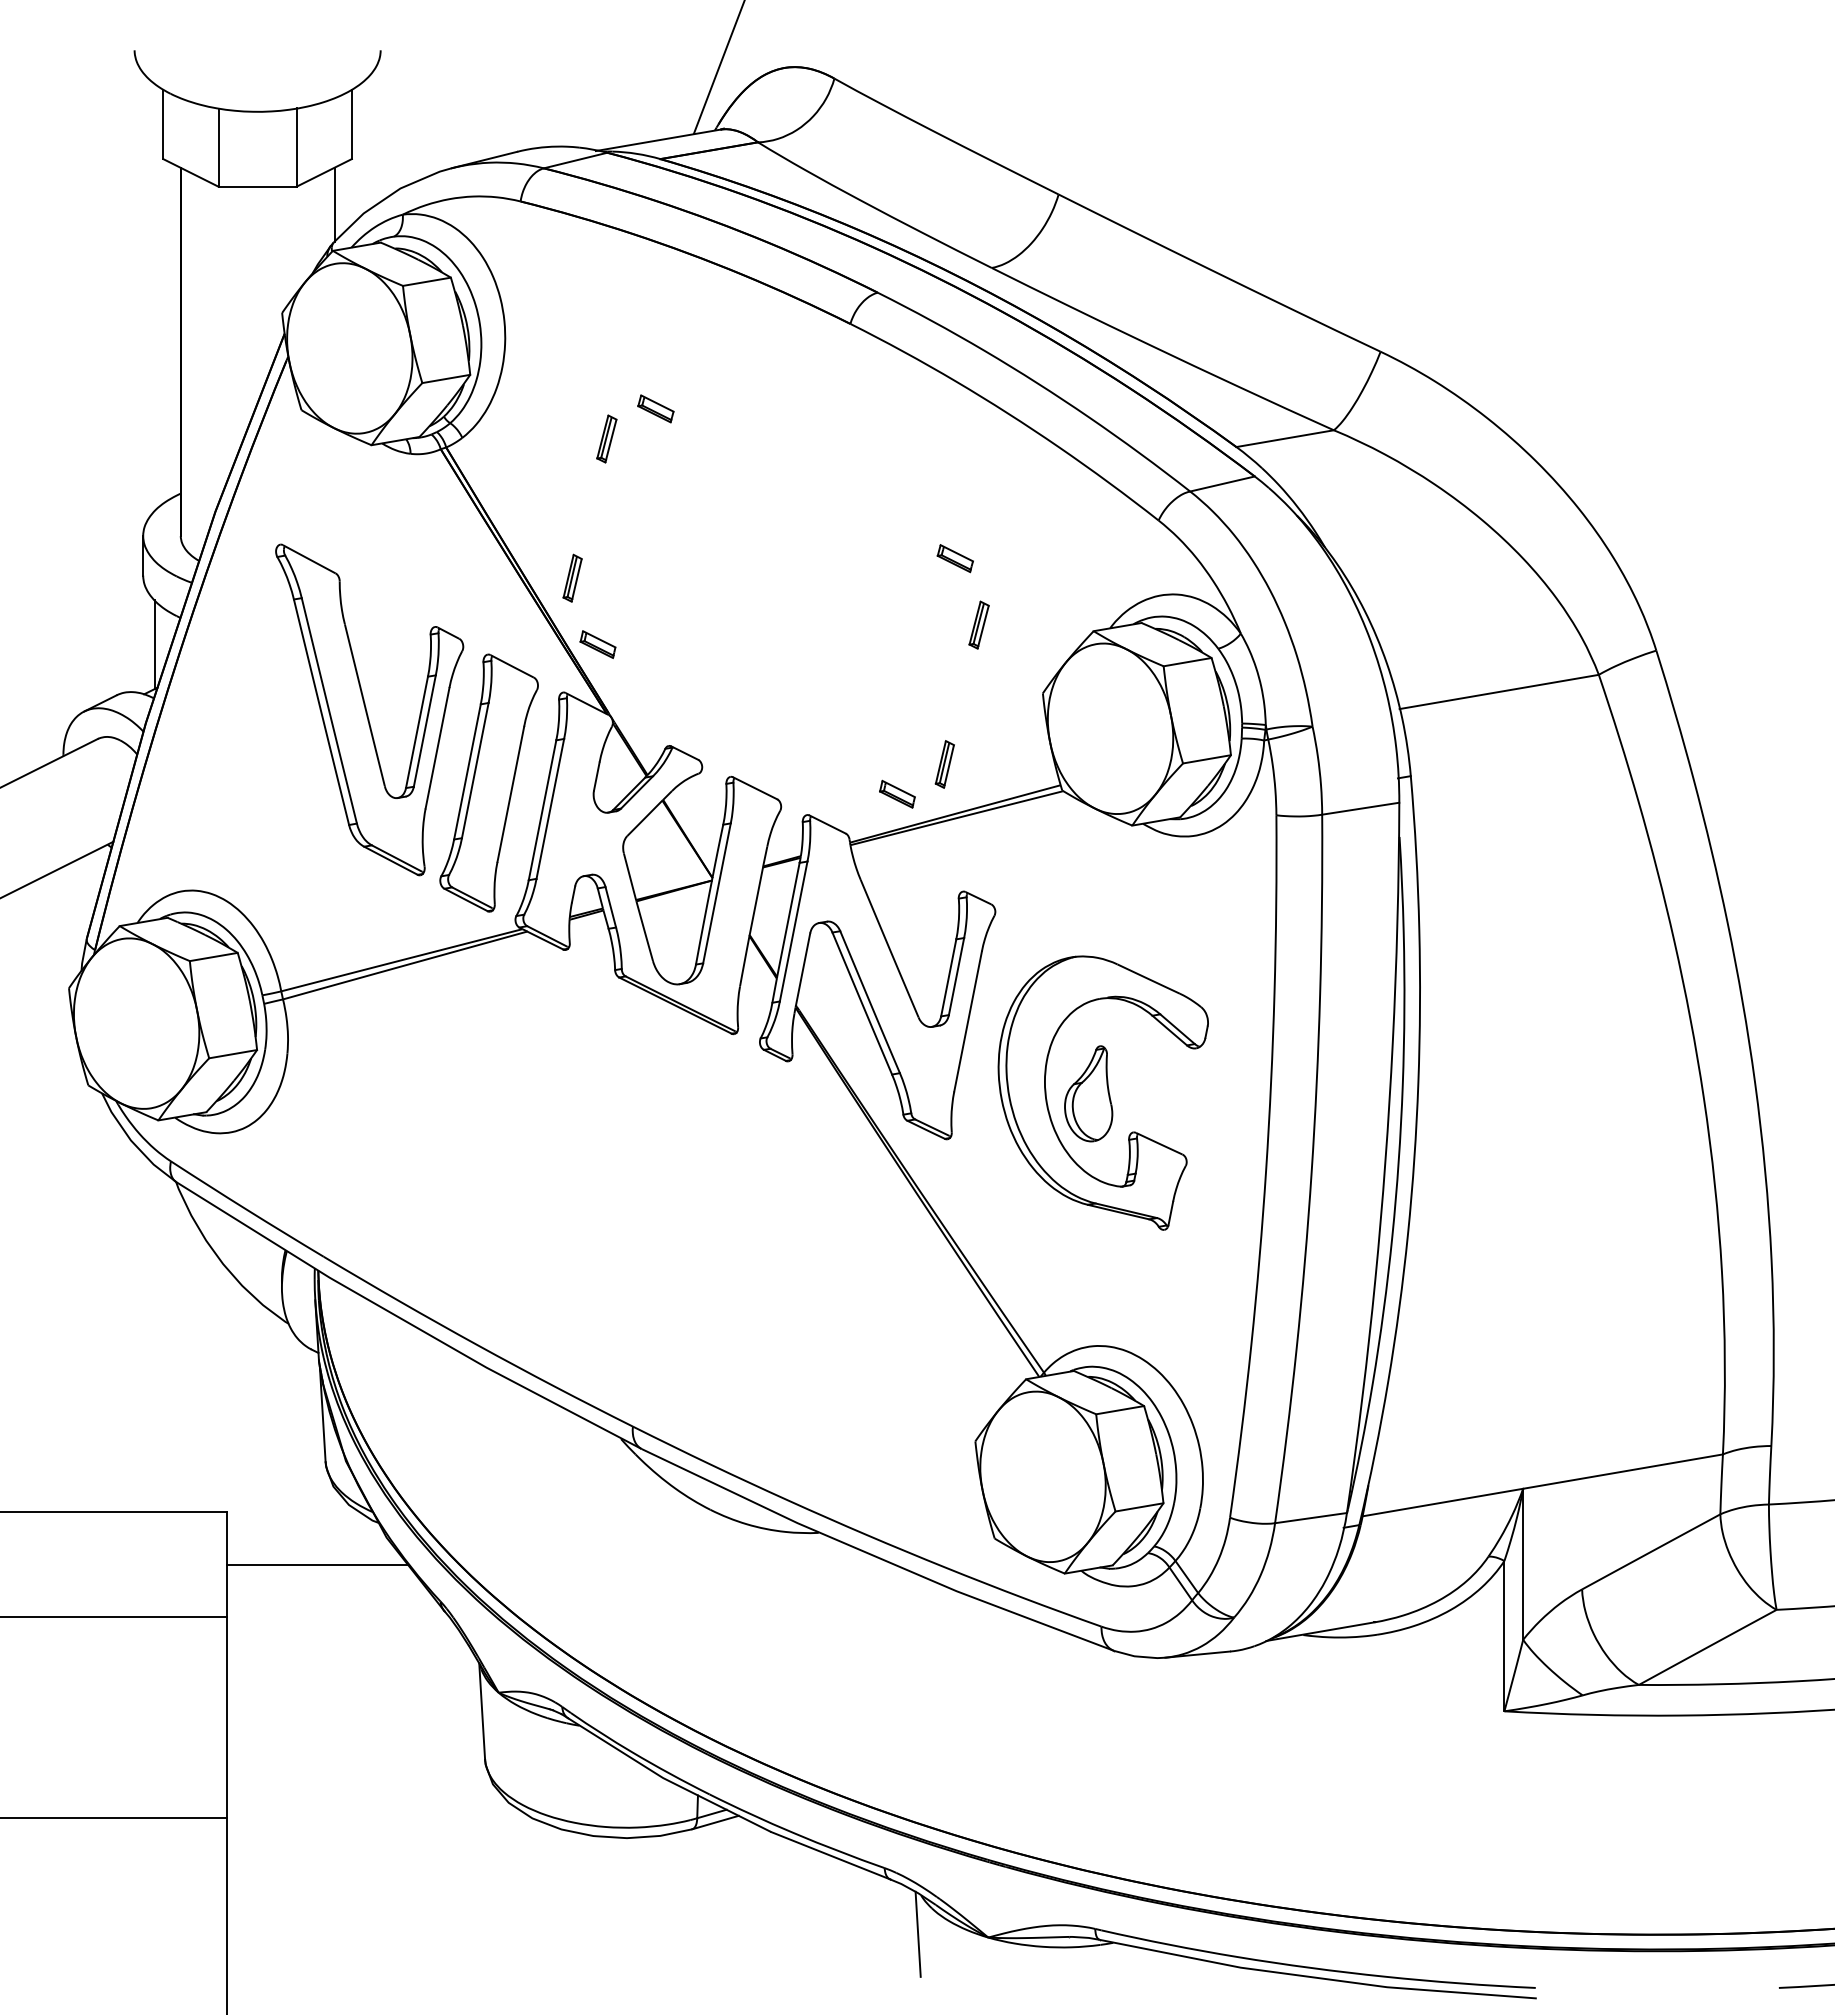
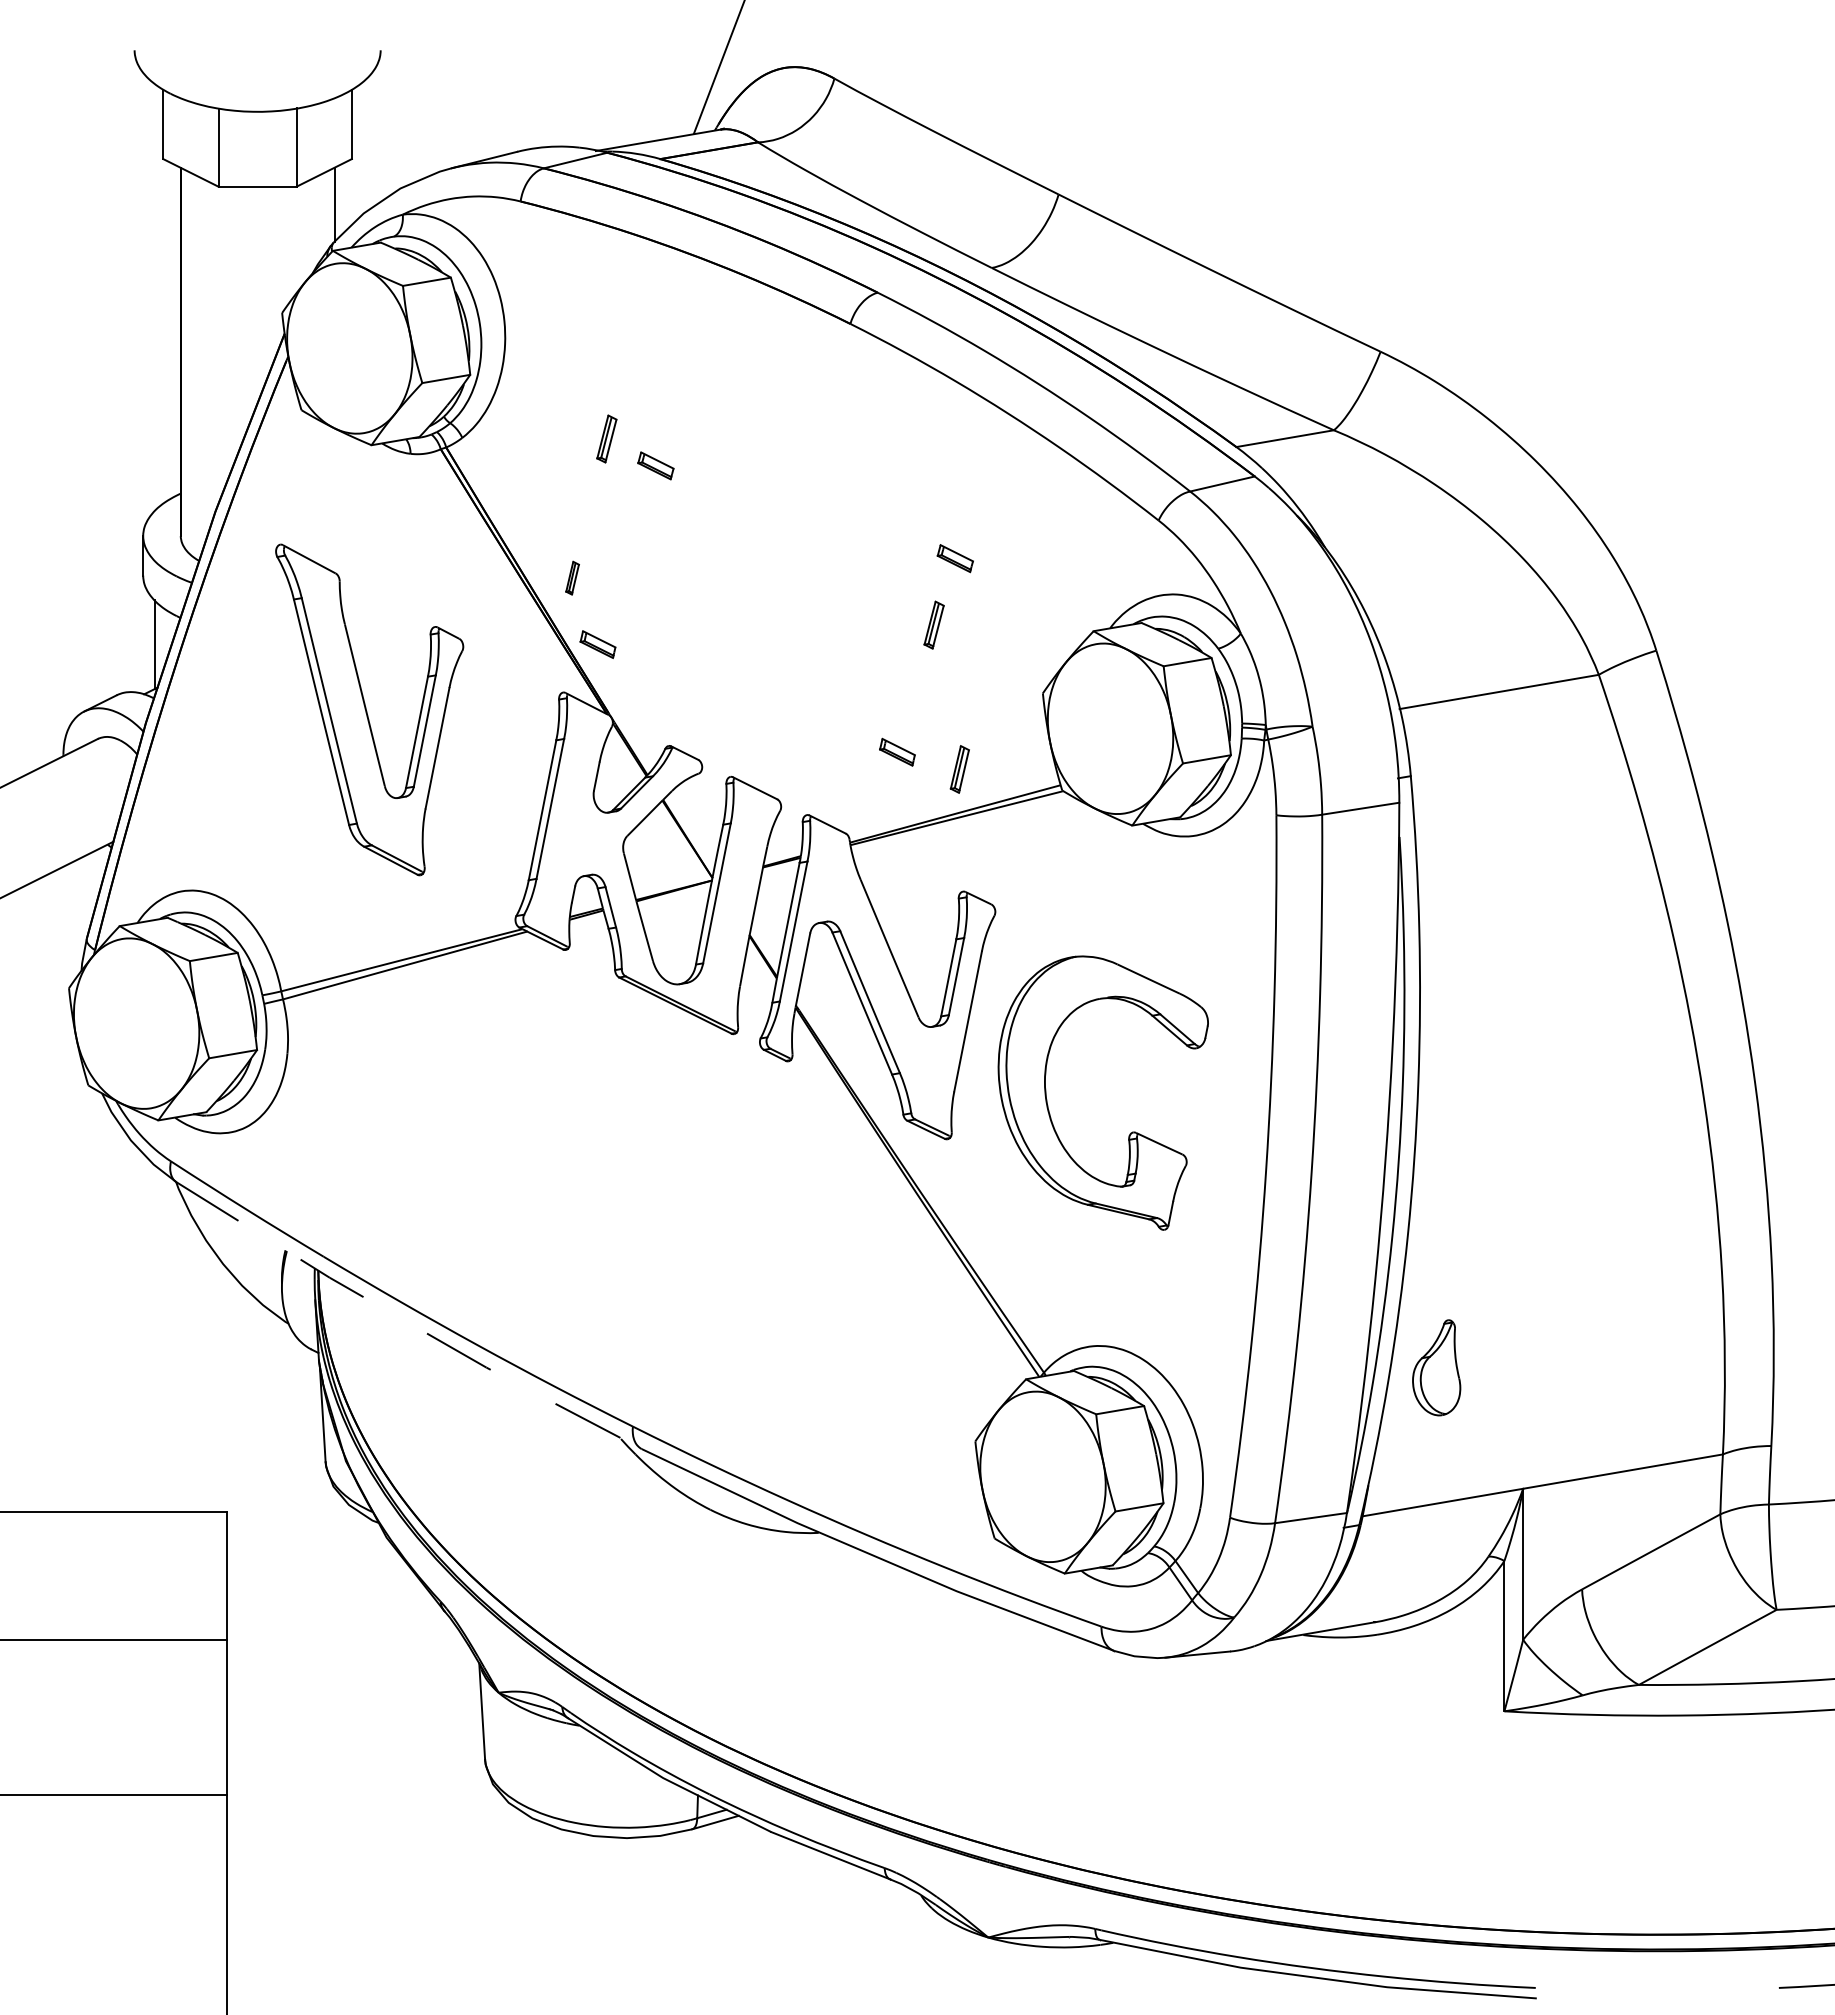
part at (655, 408) position: (655, 408) -> (655, 465)
part at (572, 577) size: 21x50 px -> 15x36 px
part at (978, 624) position: (978, 624) -> (933, 624)
part at (944, 764) position: (944, 764) -> (959, 769)
part at (488, 782): present -> none
part at (897, 793) position: (897, 793) -> (897, 751)
part at (1088, 1093) position: (1088, 1093) -> (1436, 1367)
line at (405, 1321): solid -> dashed
line at (317, 1565): present -> none
line at (114, 1616) position: (114, 1616) -> (114, 1639)
line at (114, 1818) position: (114, 1818) -> (114, 1795)
line at (917, 1933): present -> none
